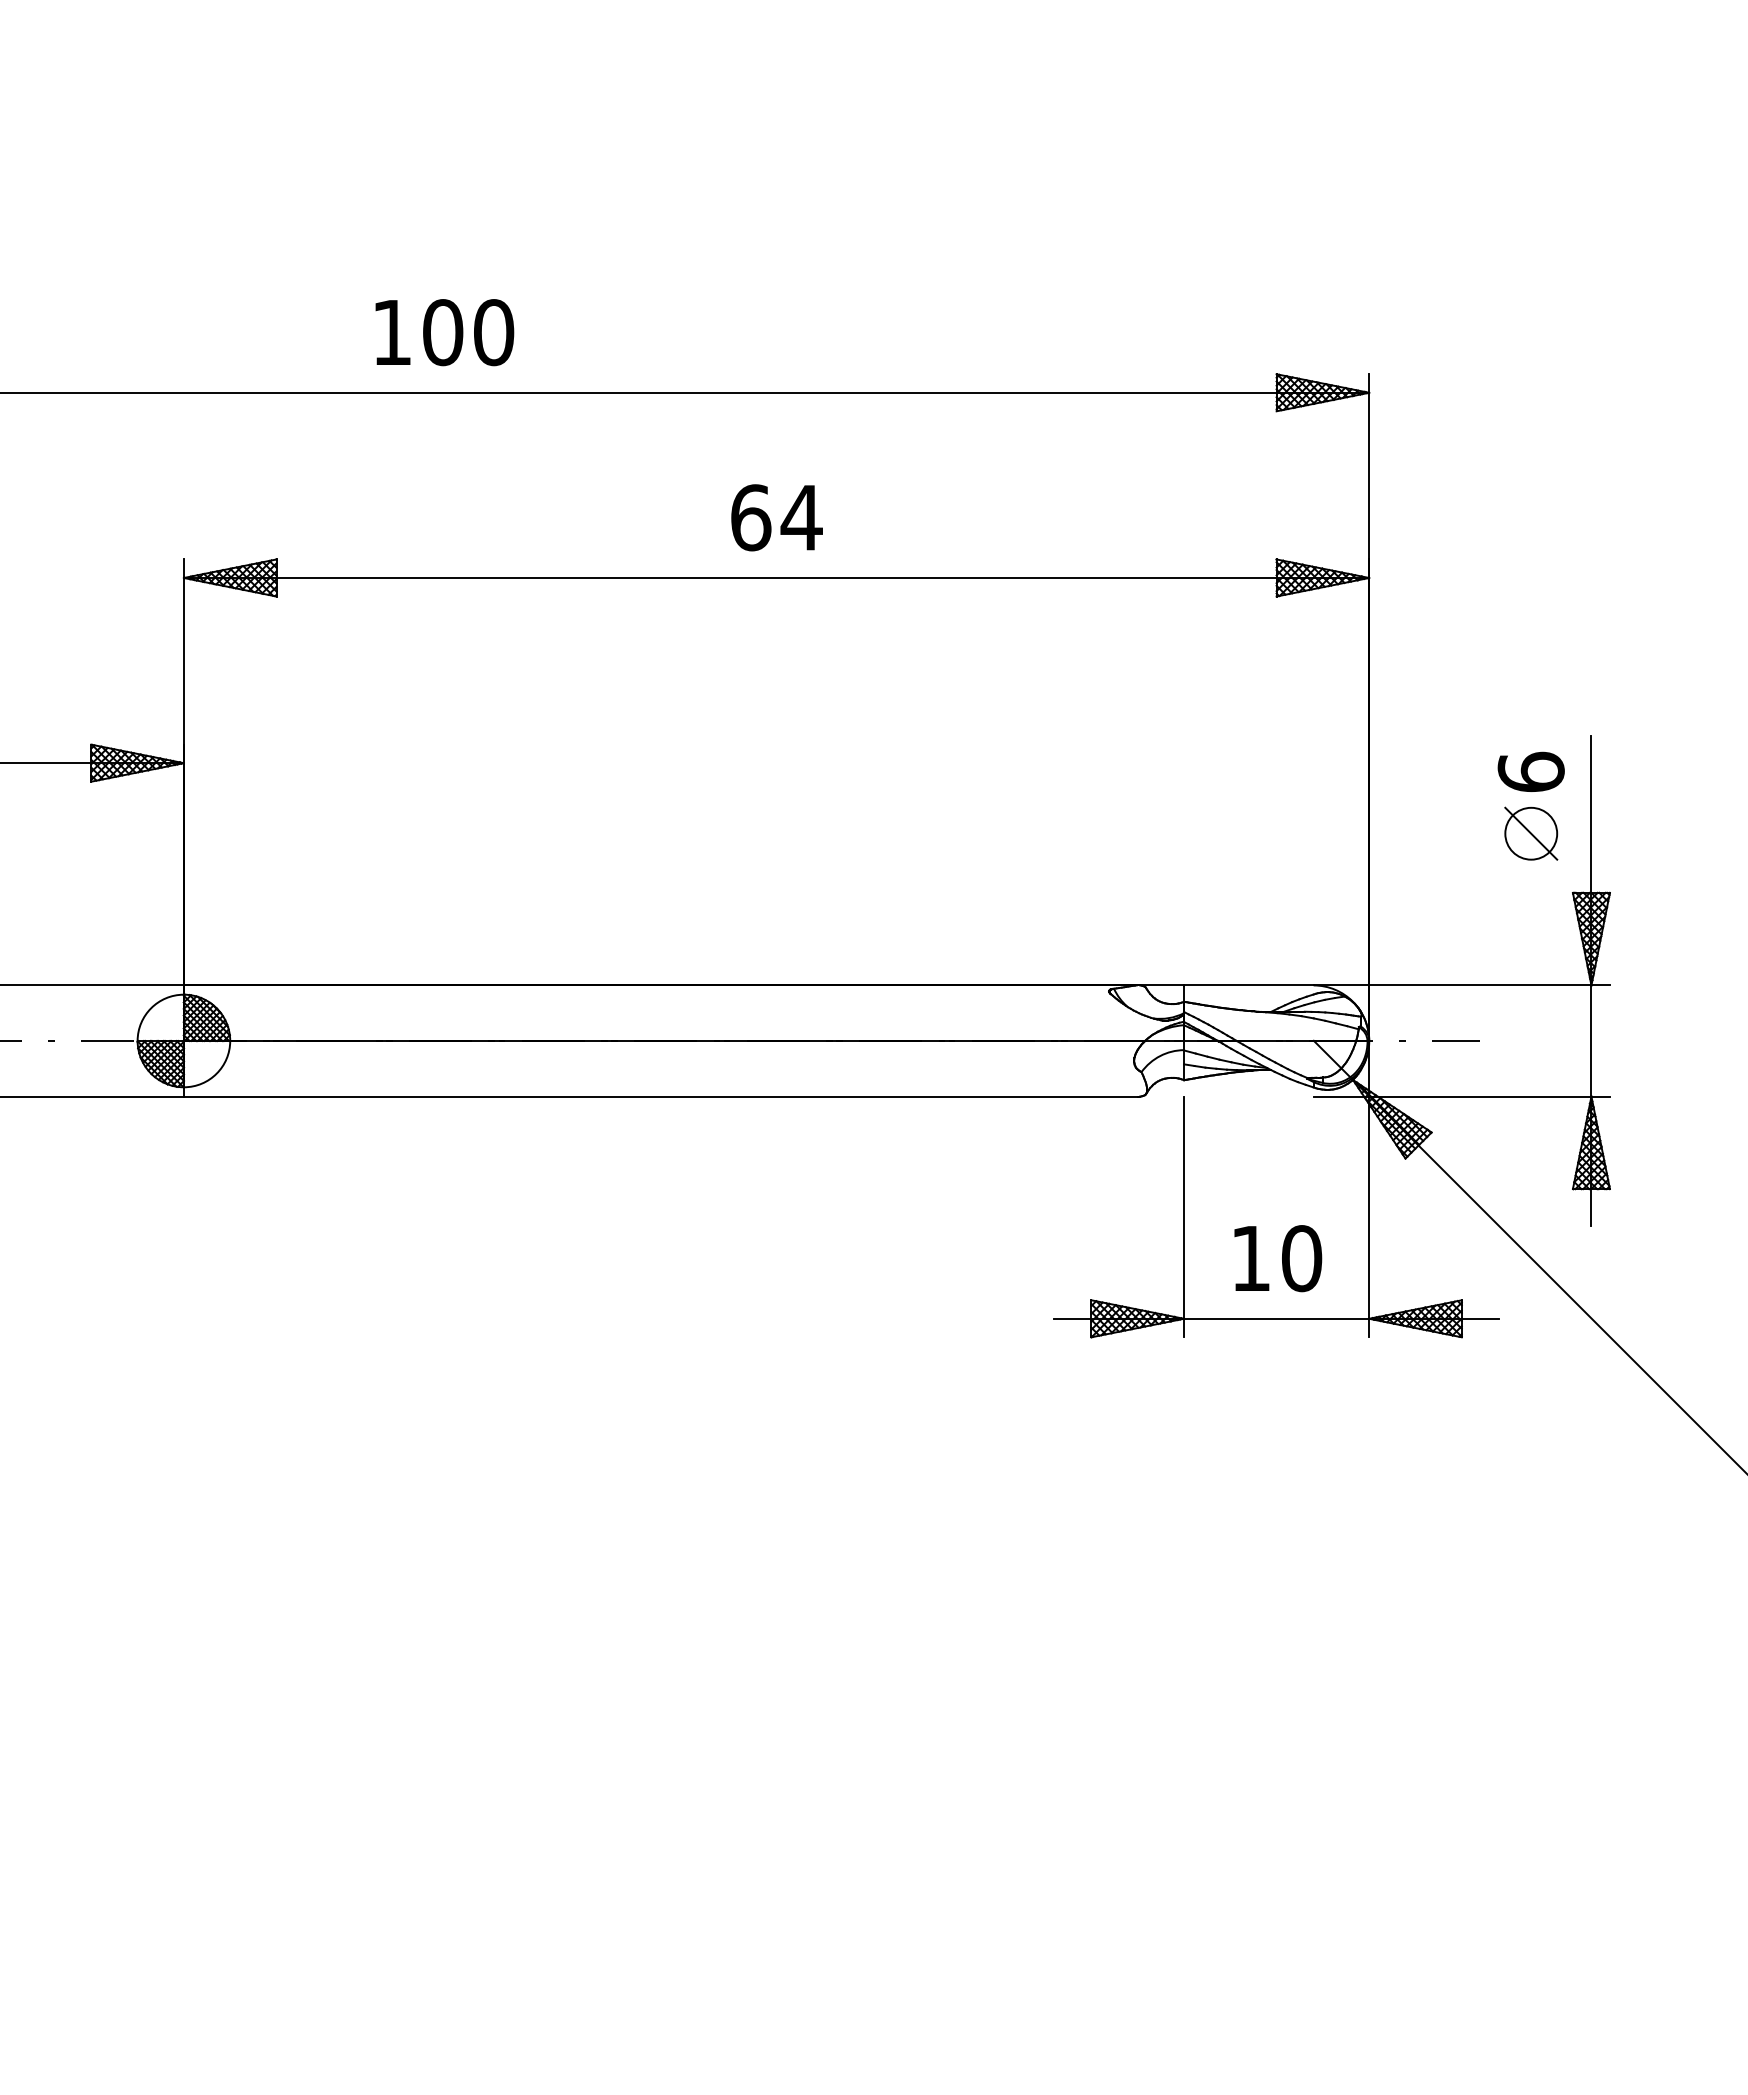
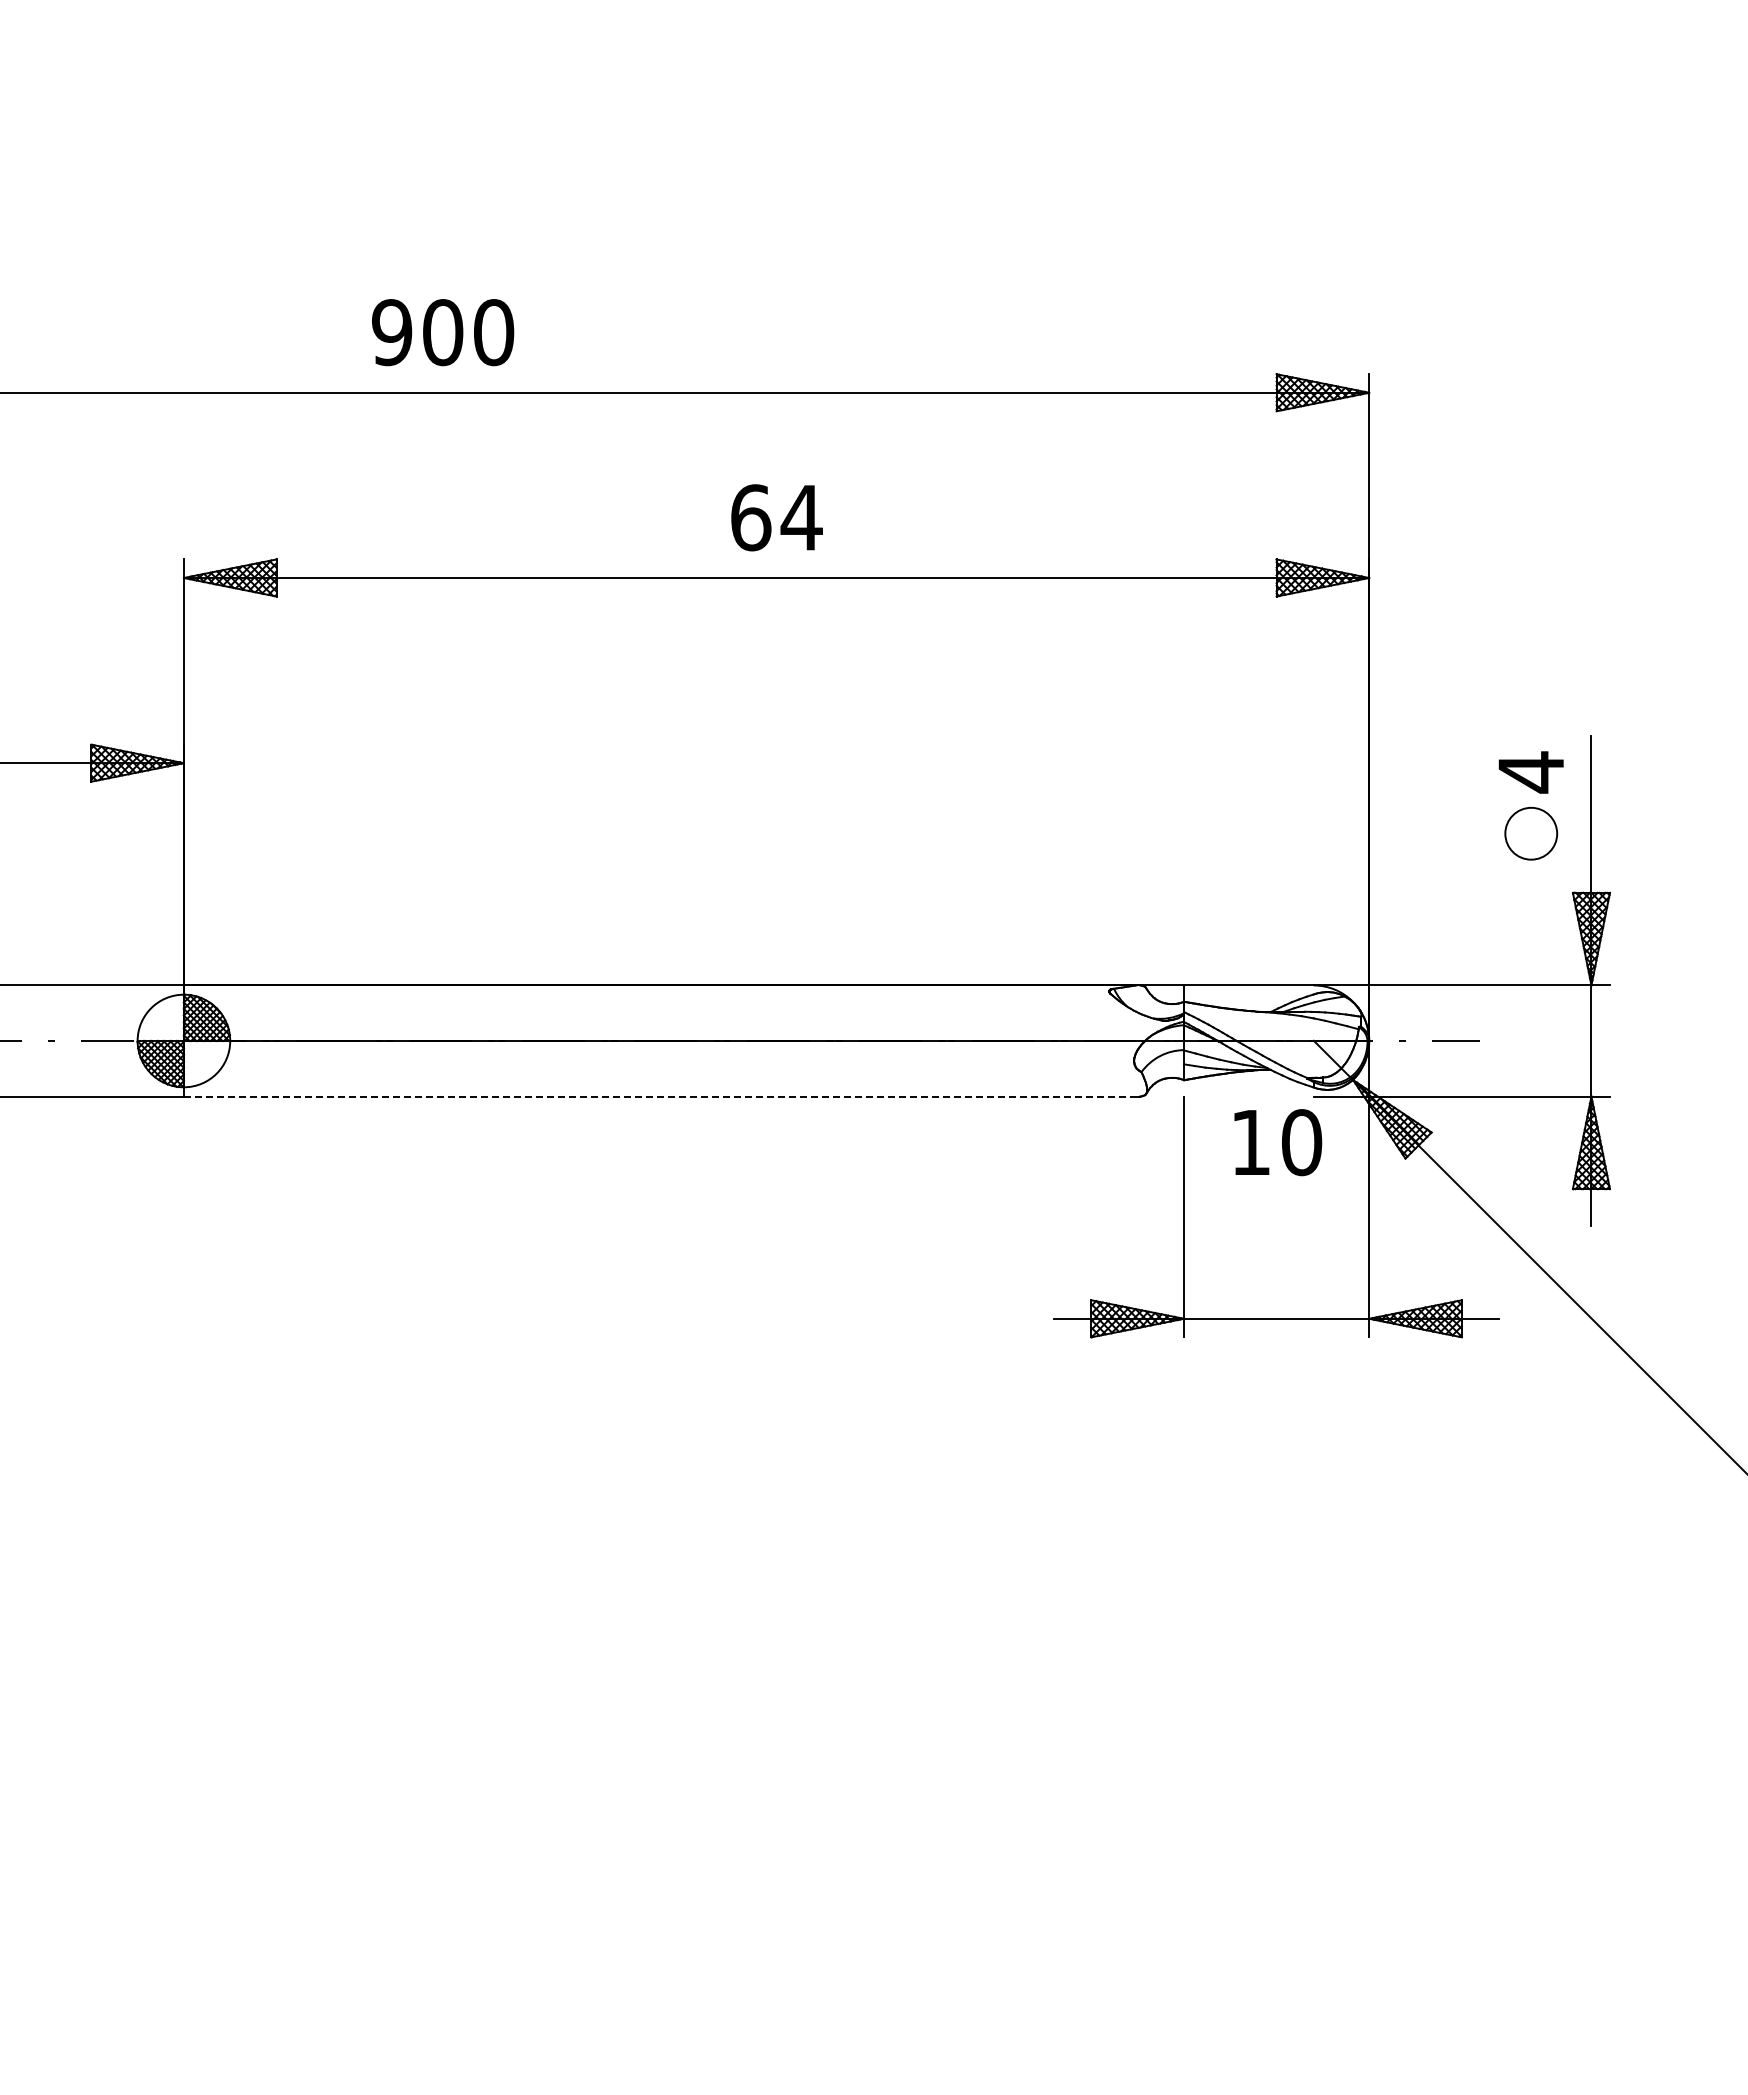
text at (392, 332): 100 -> 900
text at (1530, 772): 6 -> 4
line at (1531, 833): present -> none
line at (661, 1096): solid -> dashed
text at (1278, 1258) position: (1278, 1258) -> (1278, 1142)
